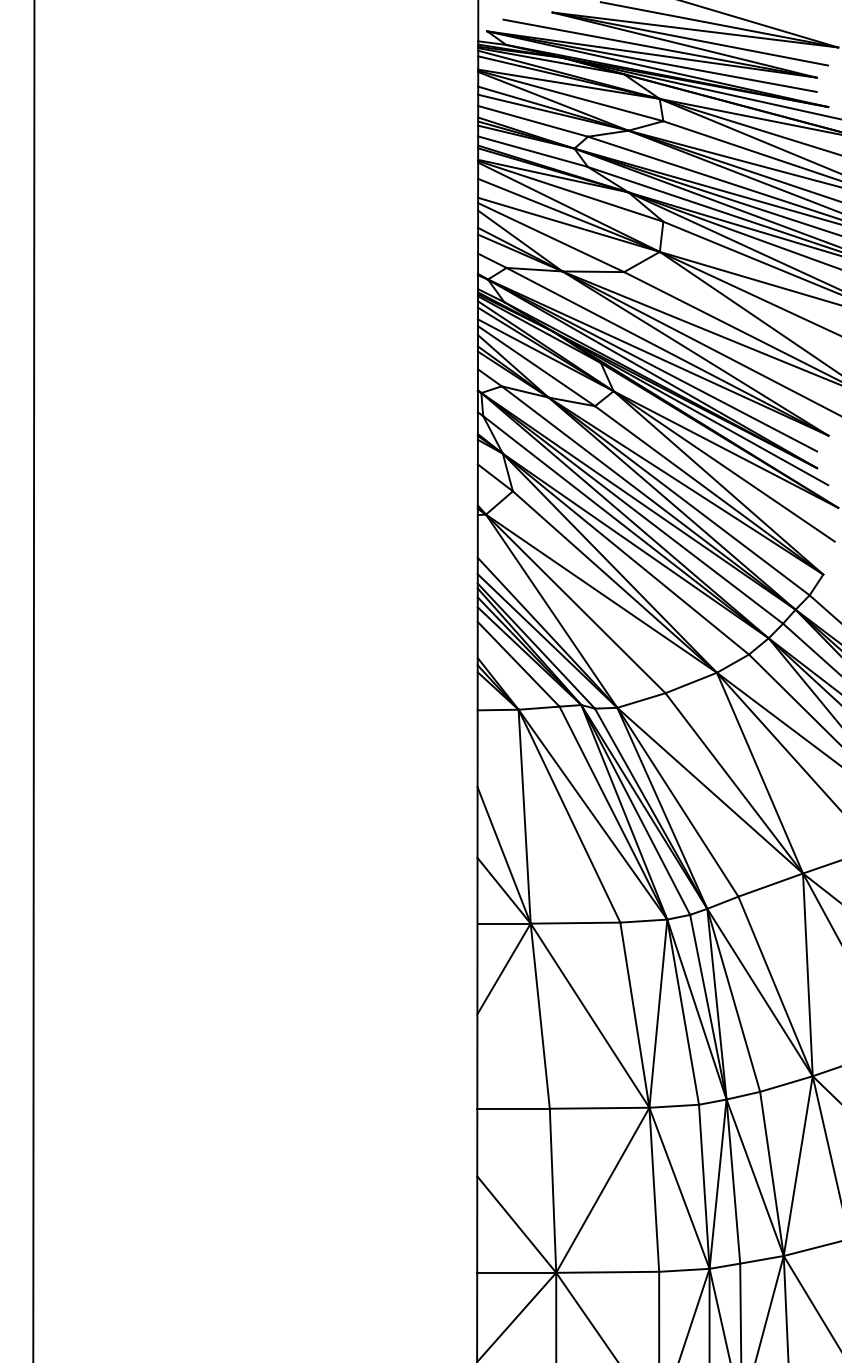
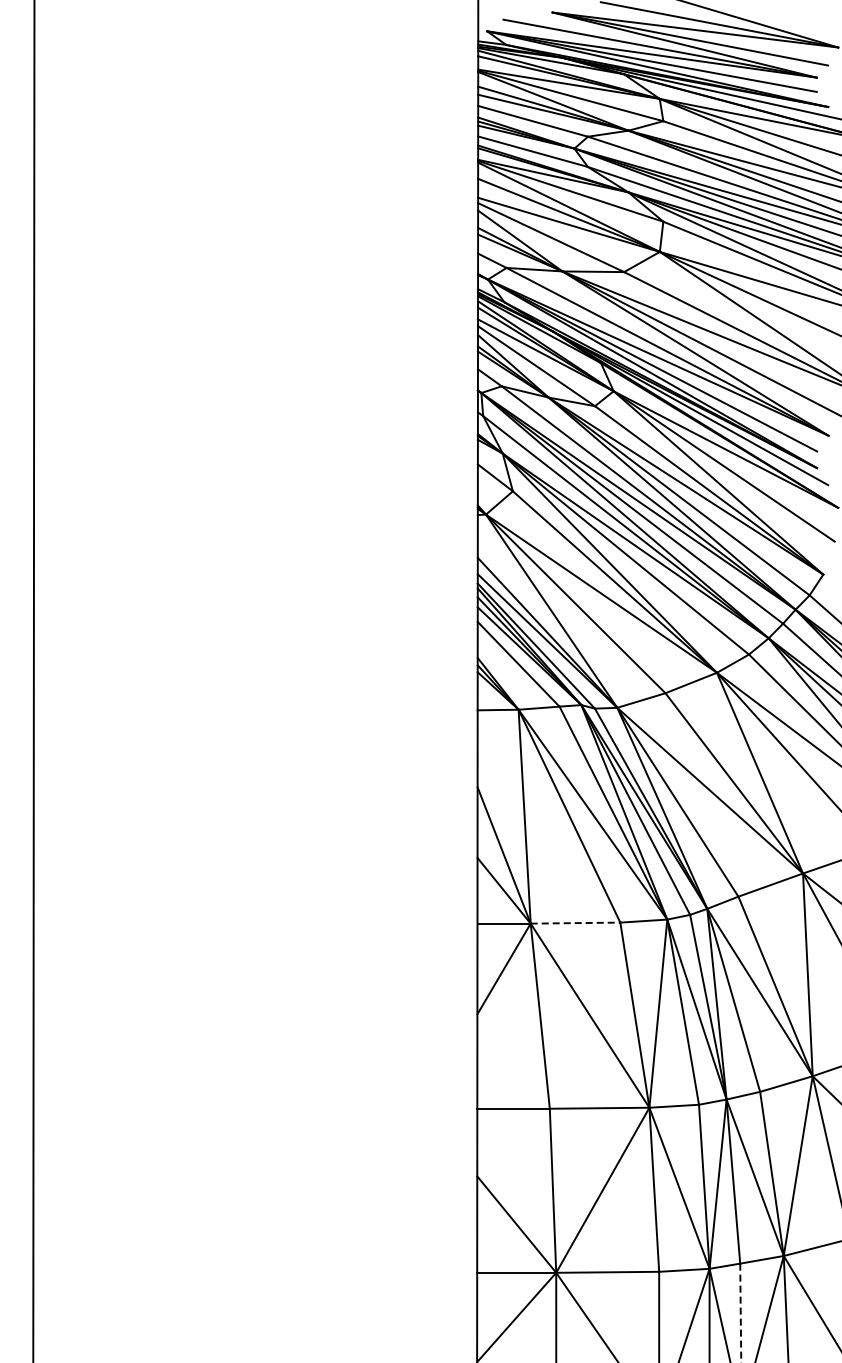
line at (575, 923): solid -> dashed
line at (740, 1313): solid -> dashed
